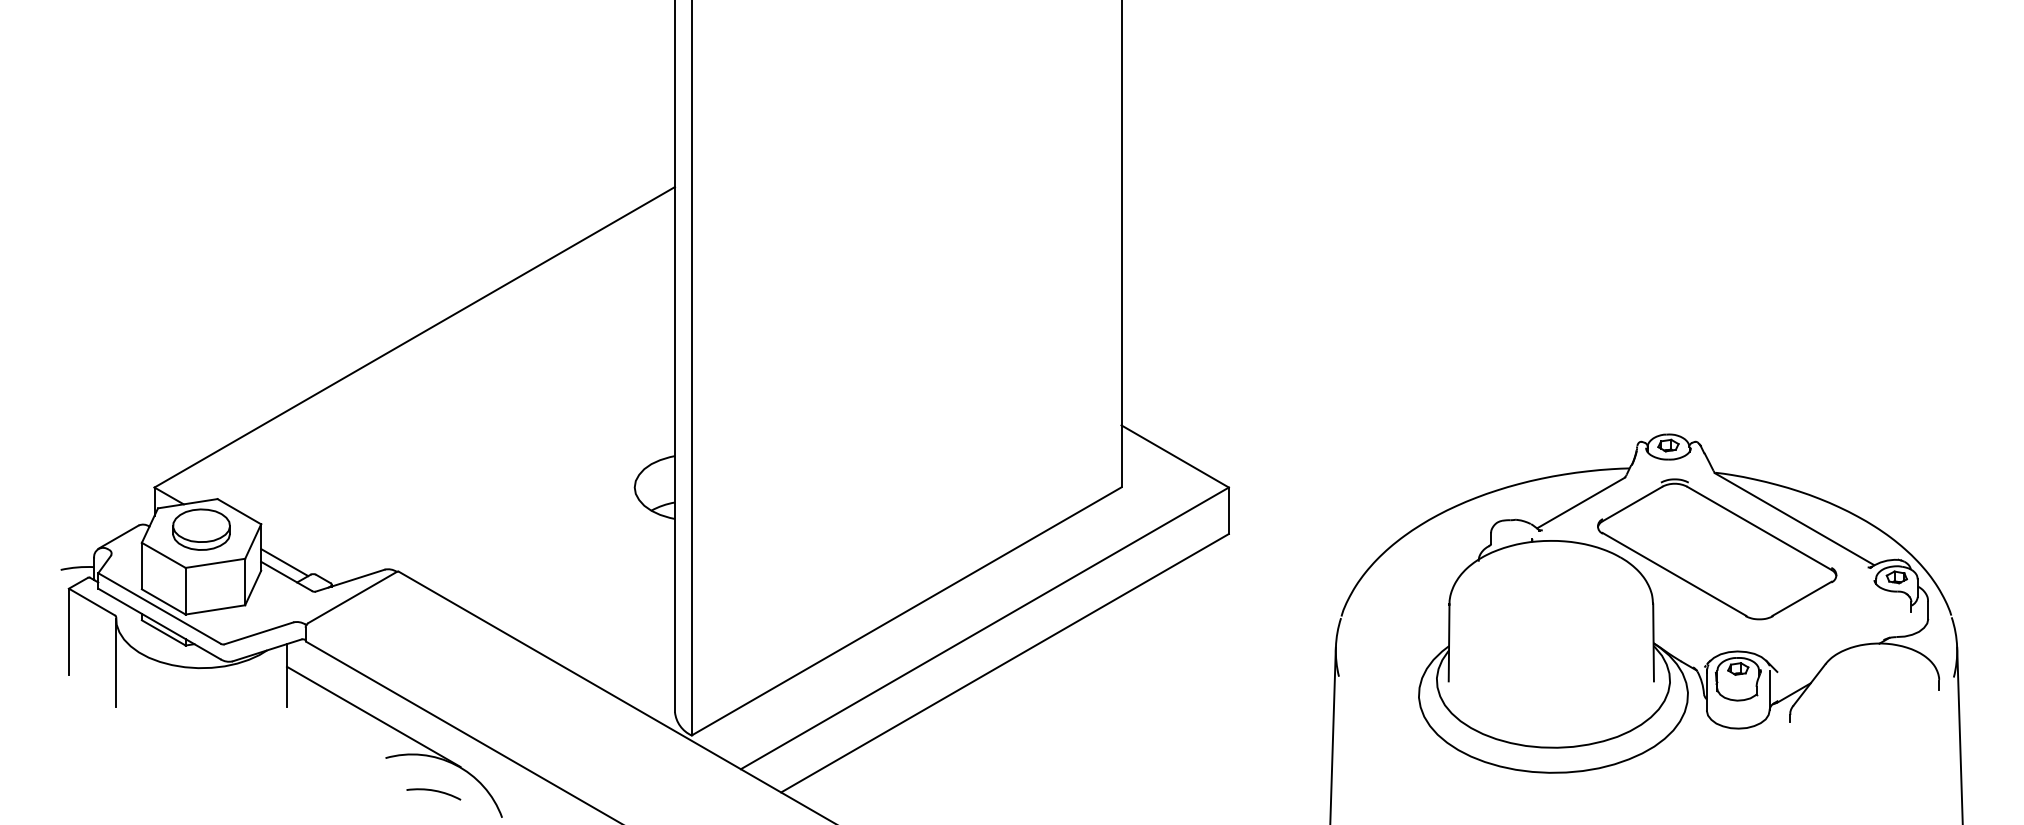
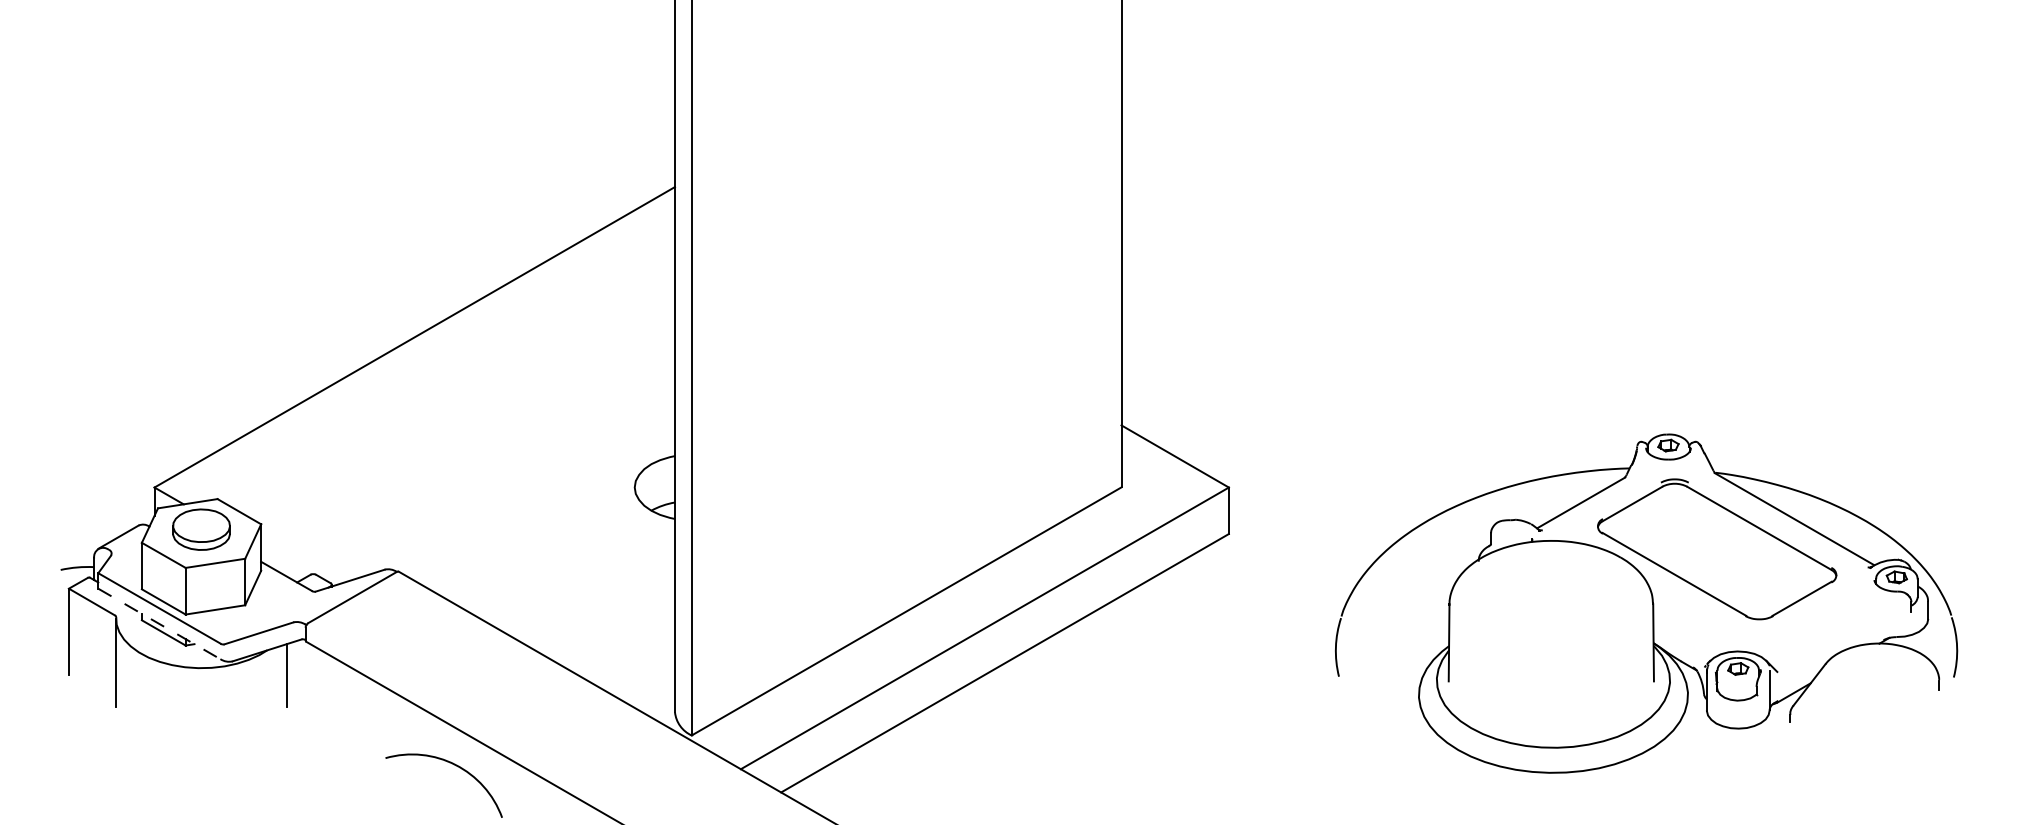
line at (284, 562): present -> none
line at (159, 623): solid -> dashed
line at (373, 716): present -> none
line at (1332, 734): present -> none
line at (1959, 734): present -> none
arc at (433, 791): present -> none
